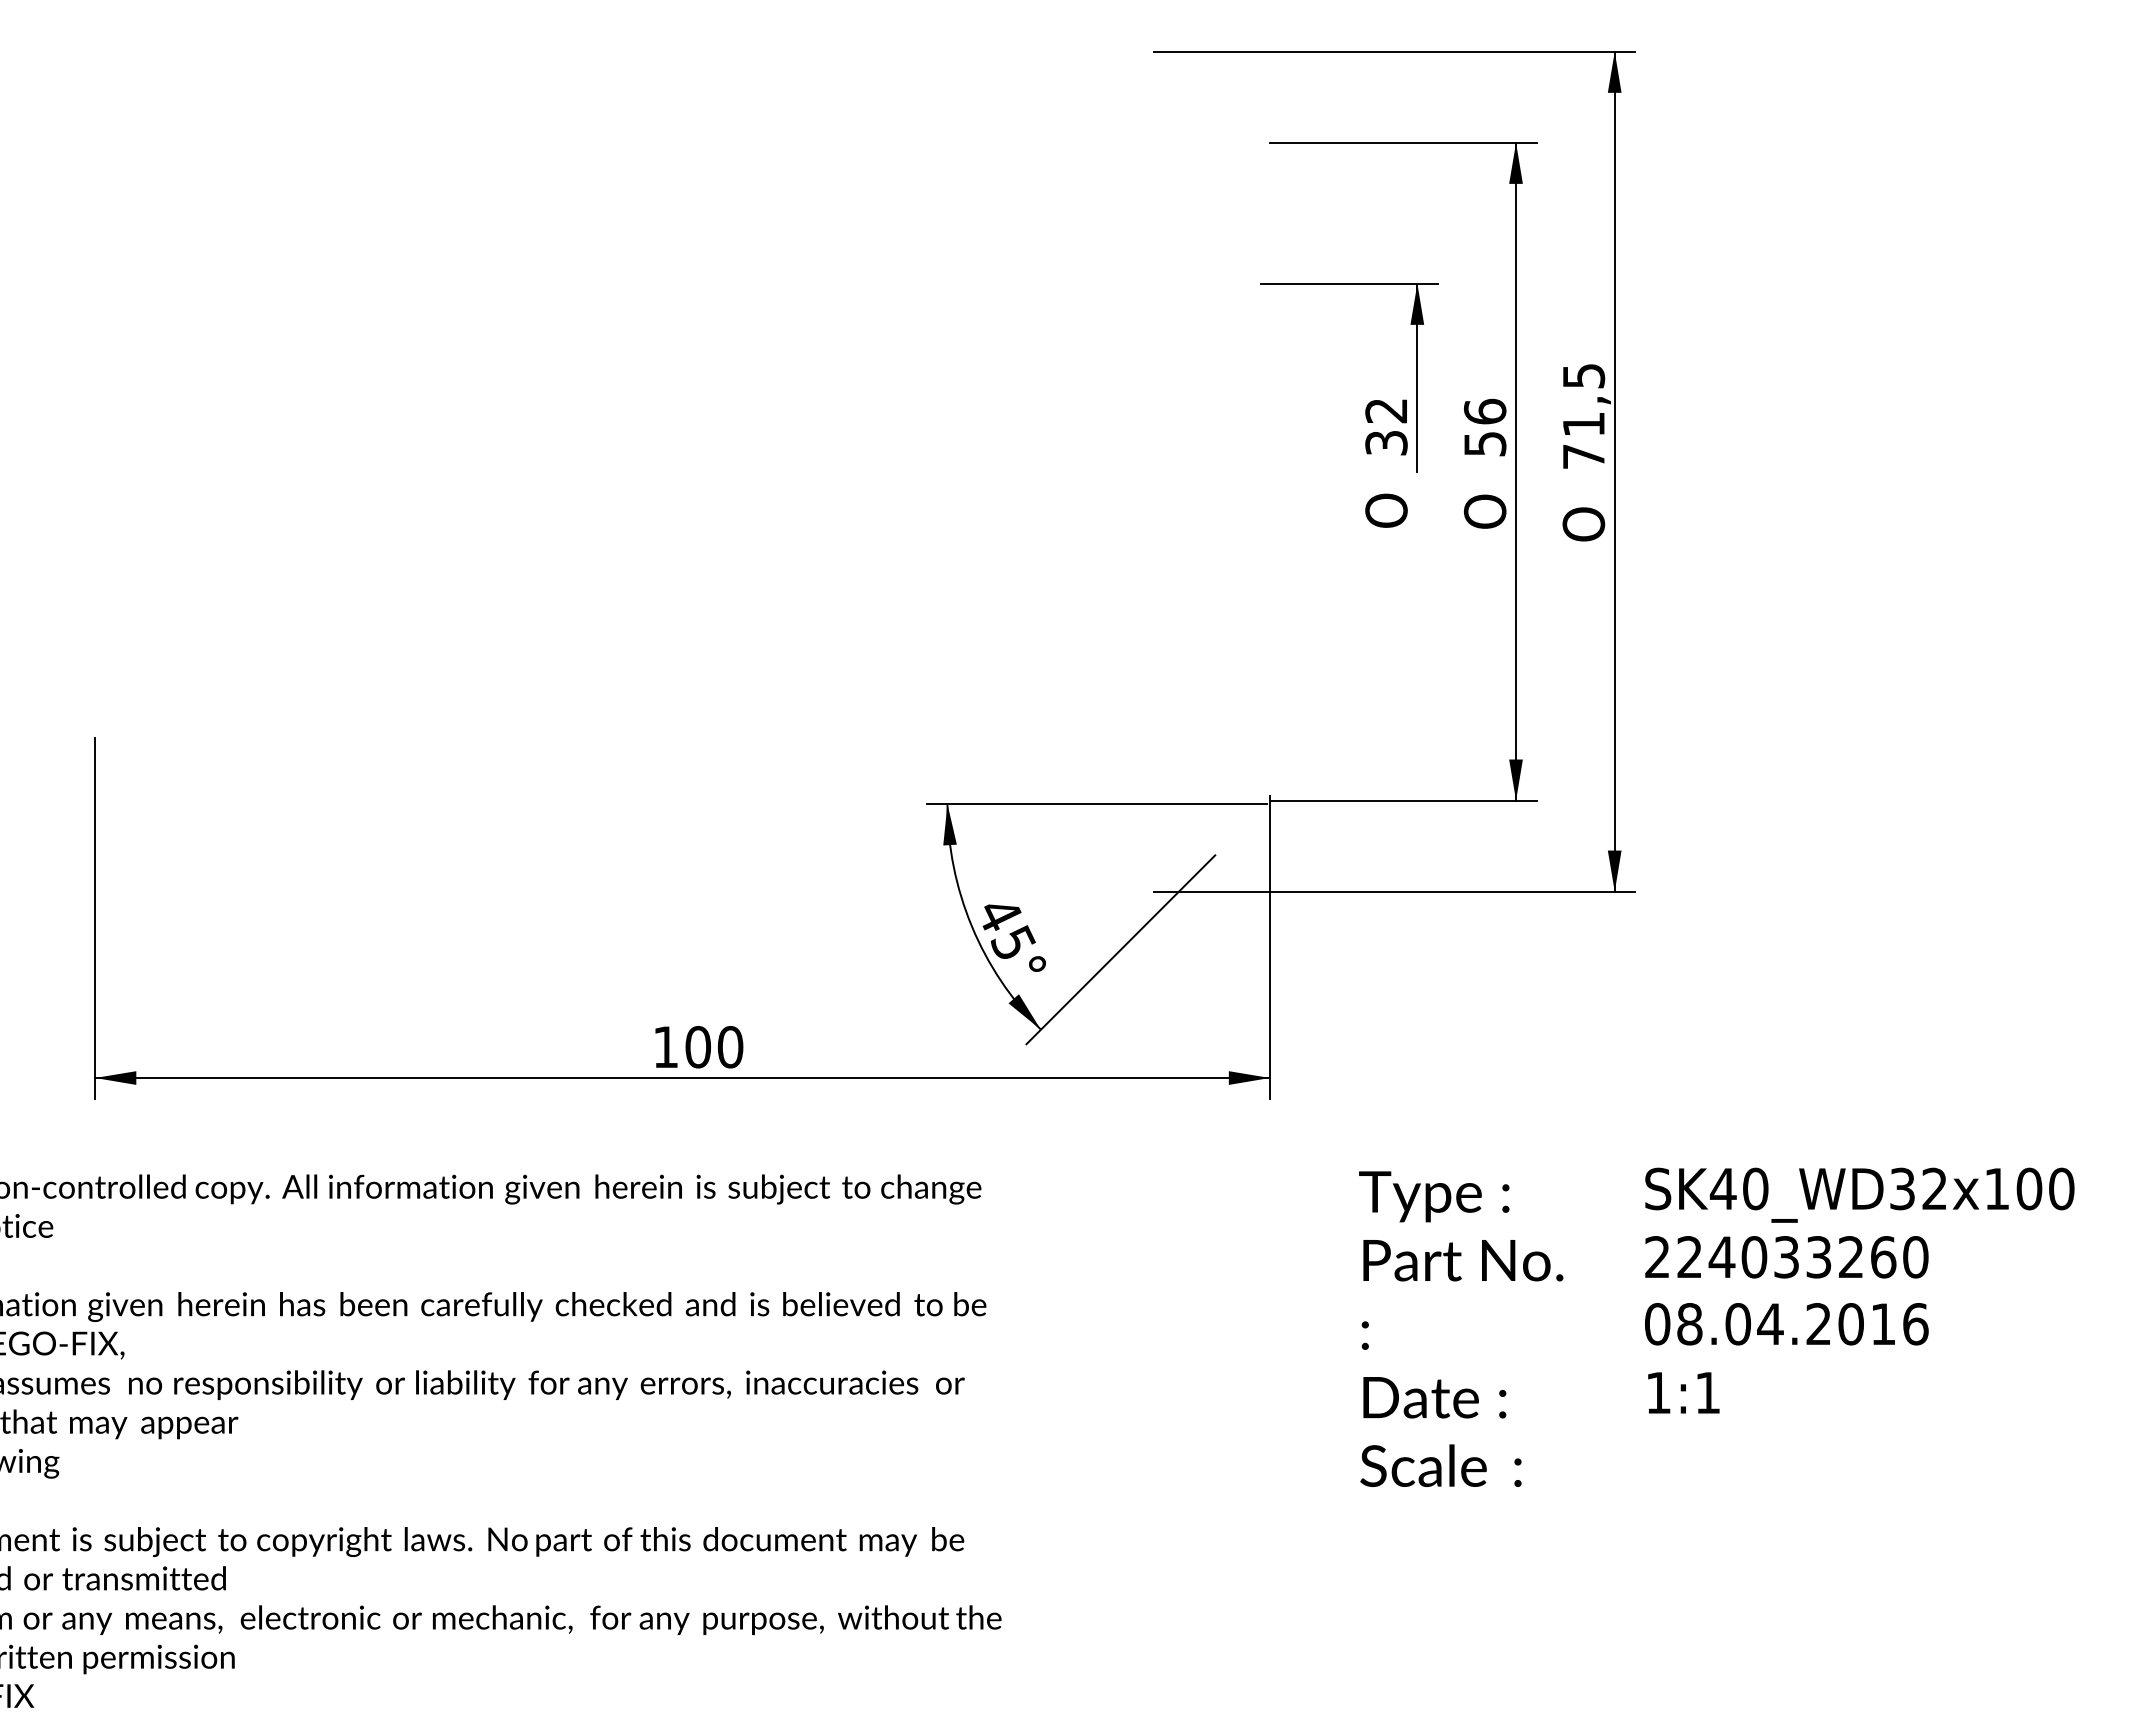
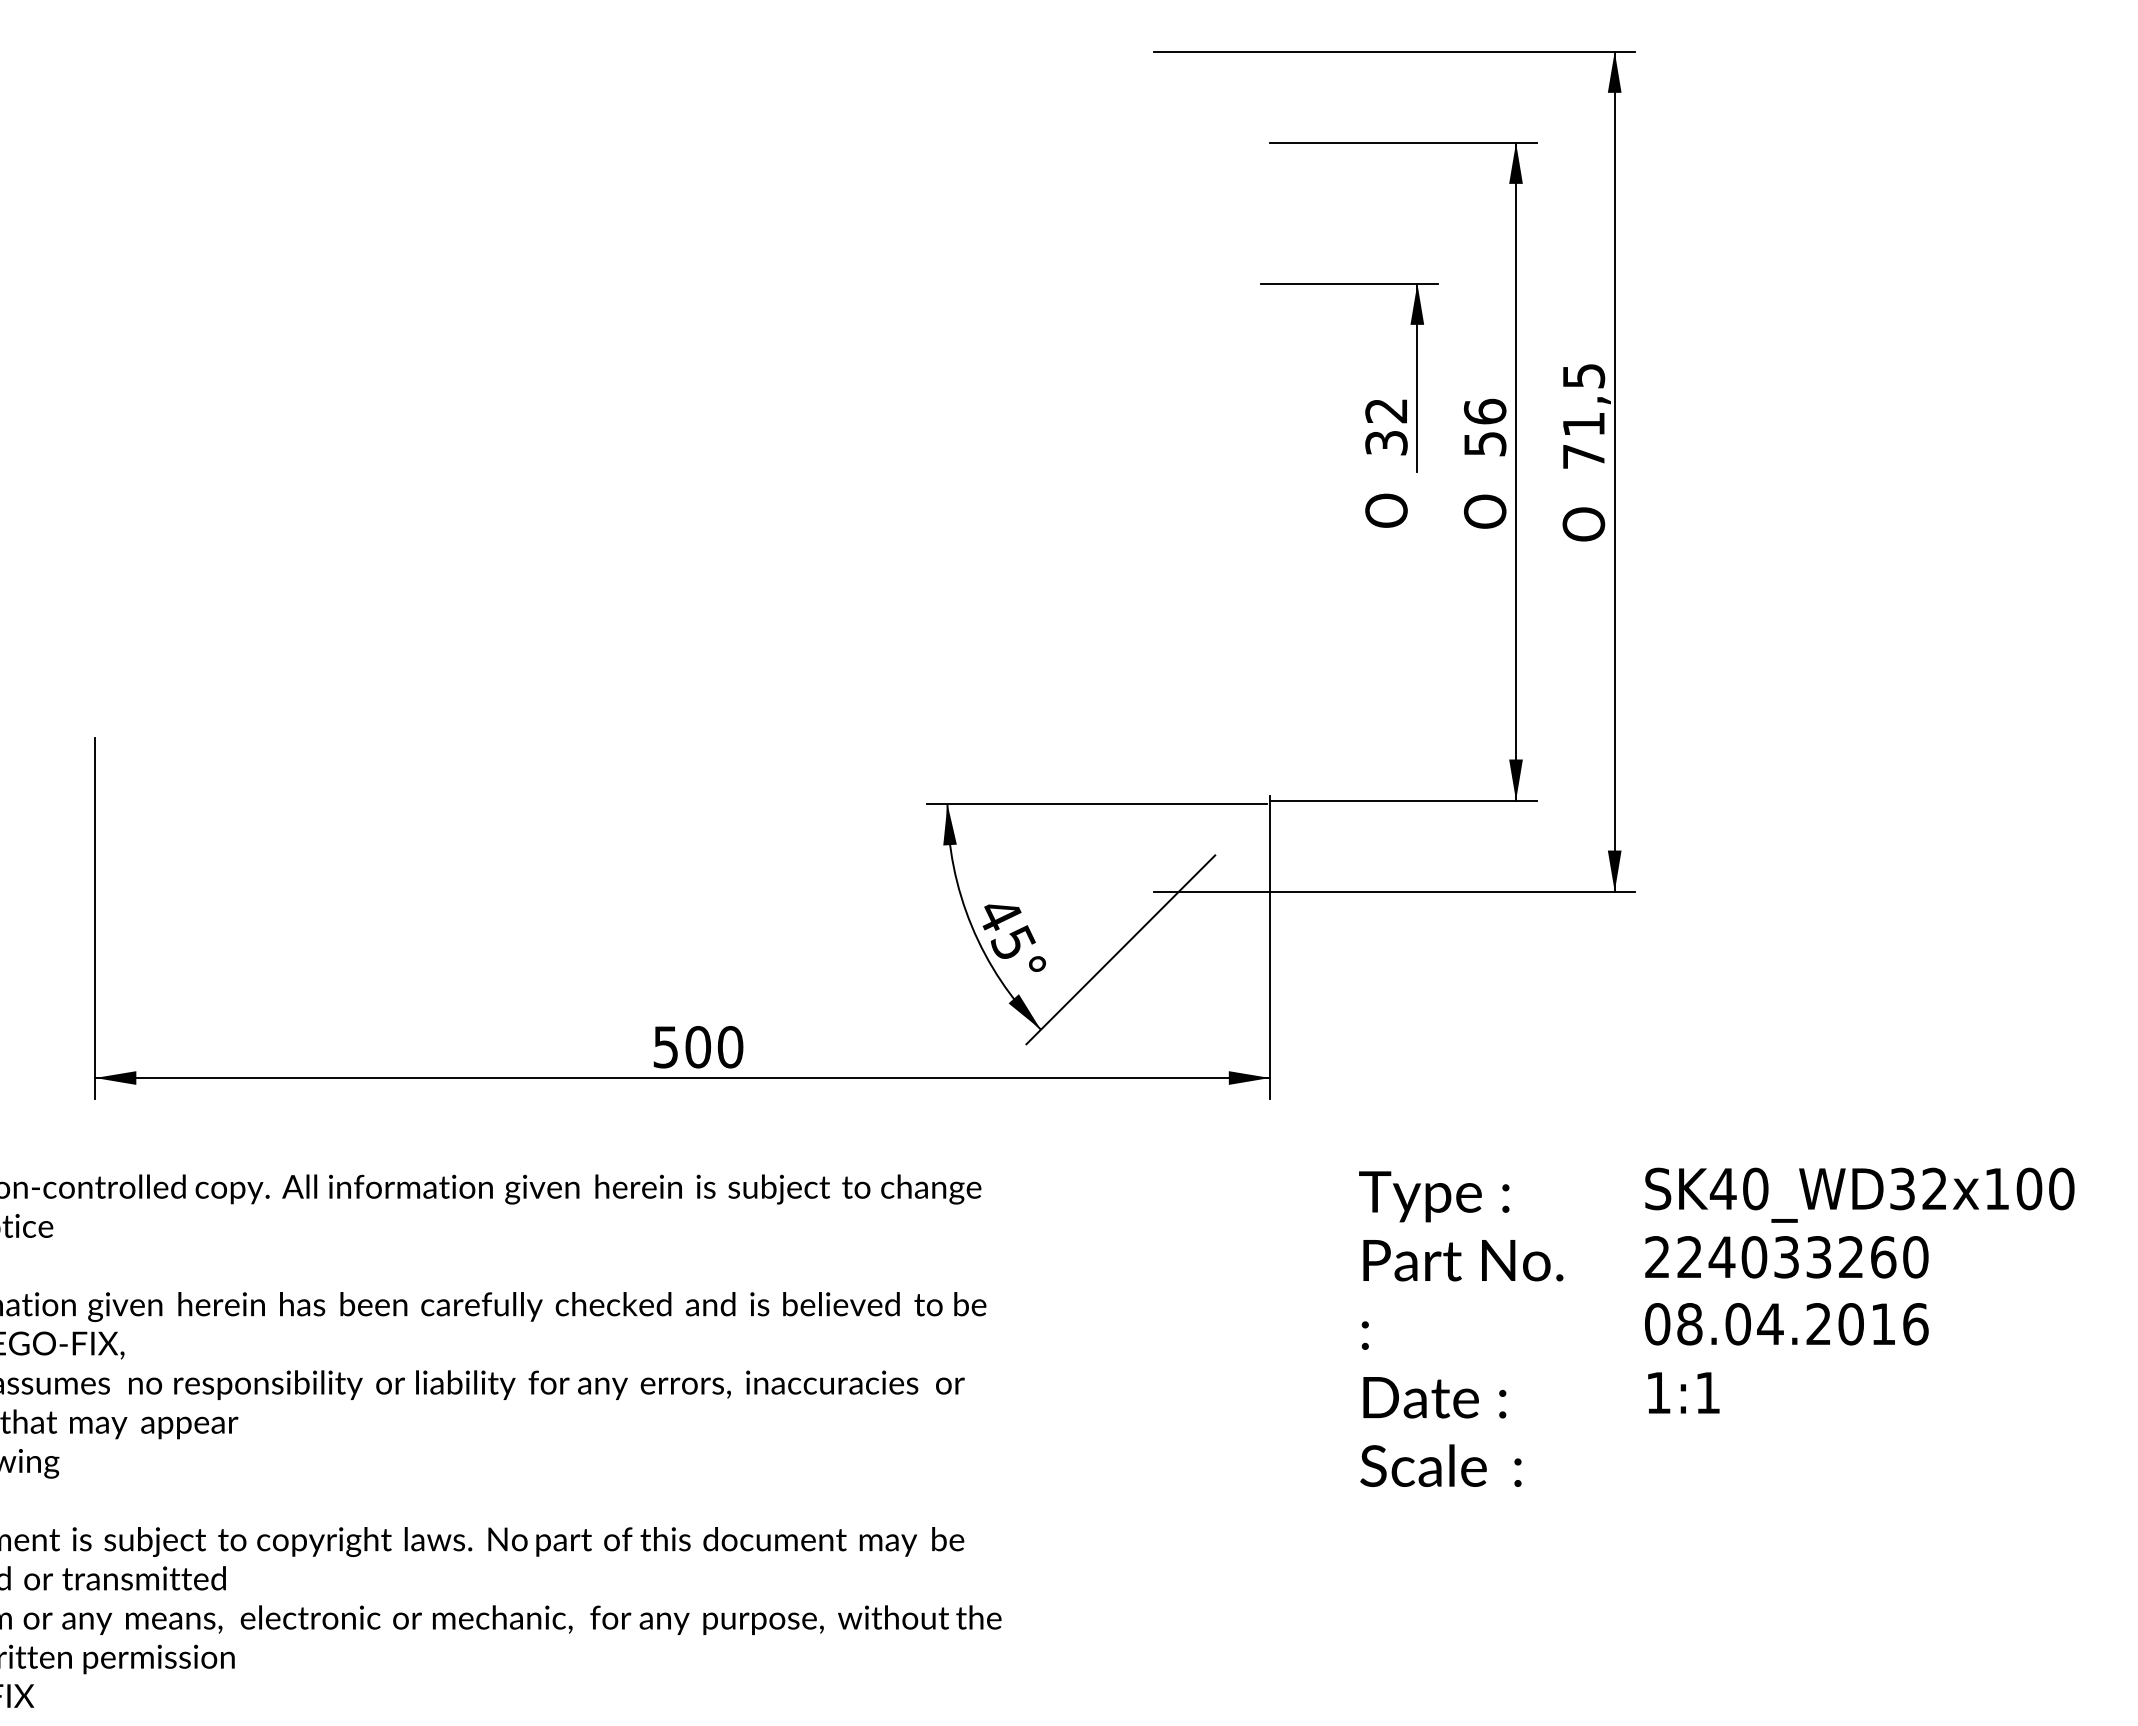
text at (665, 1047): 100 -> 500
